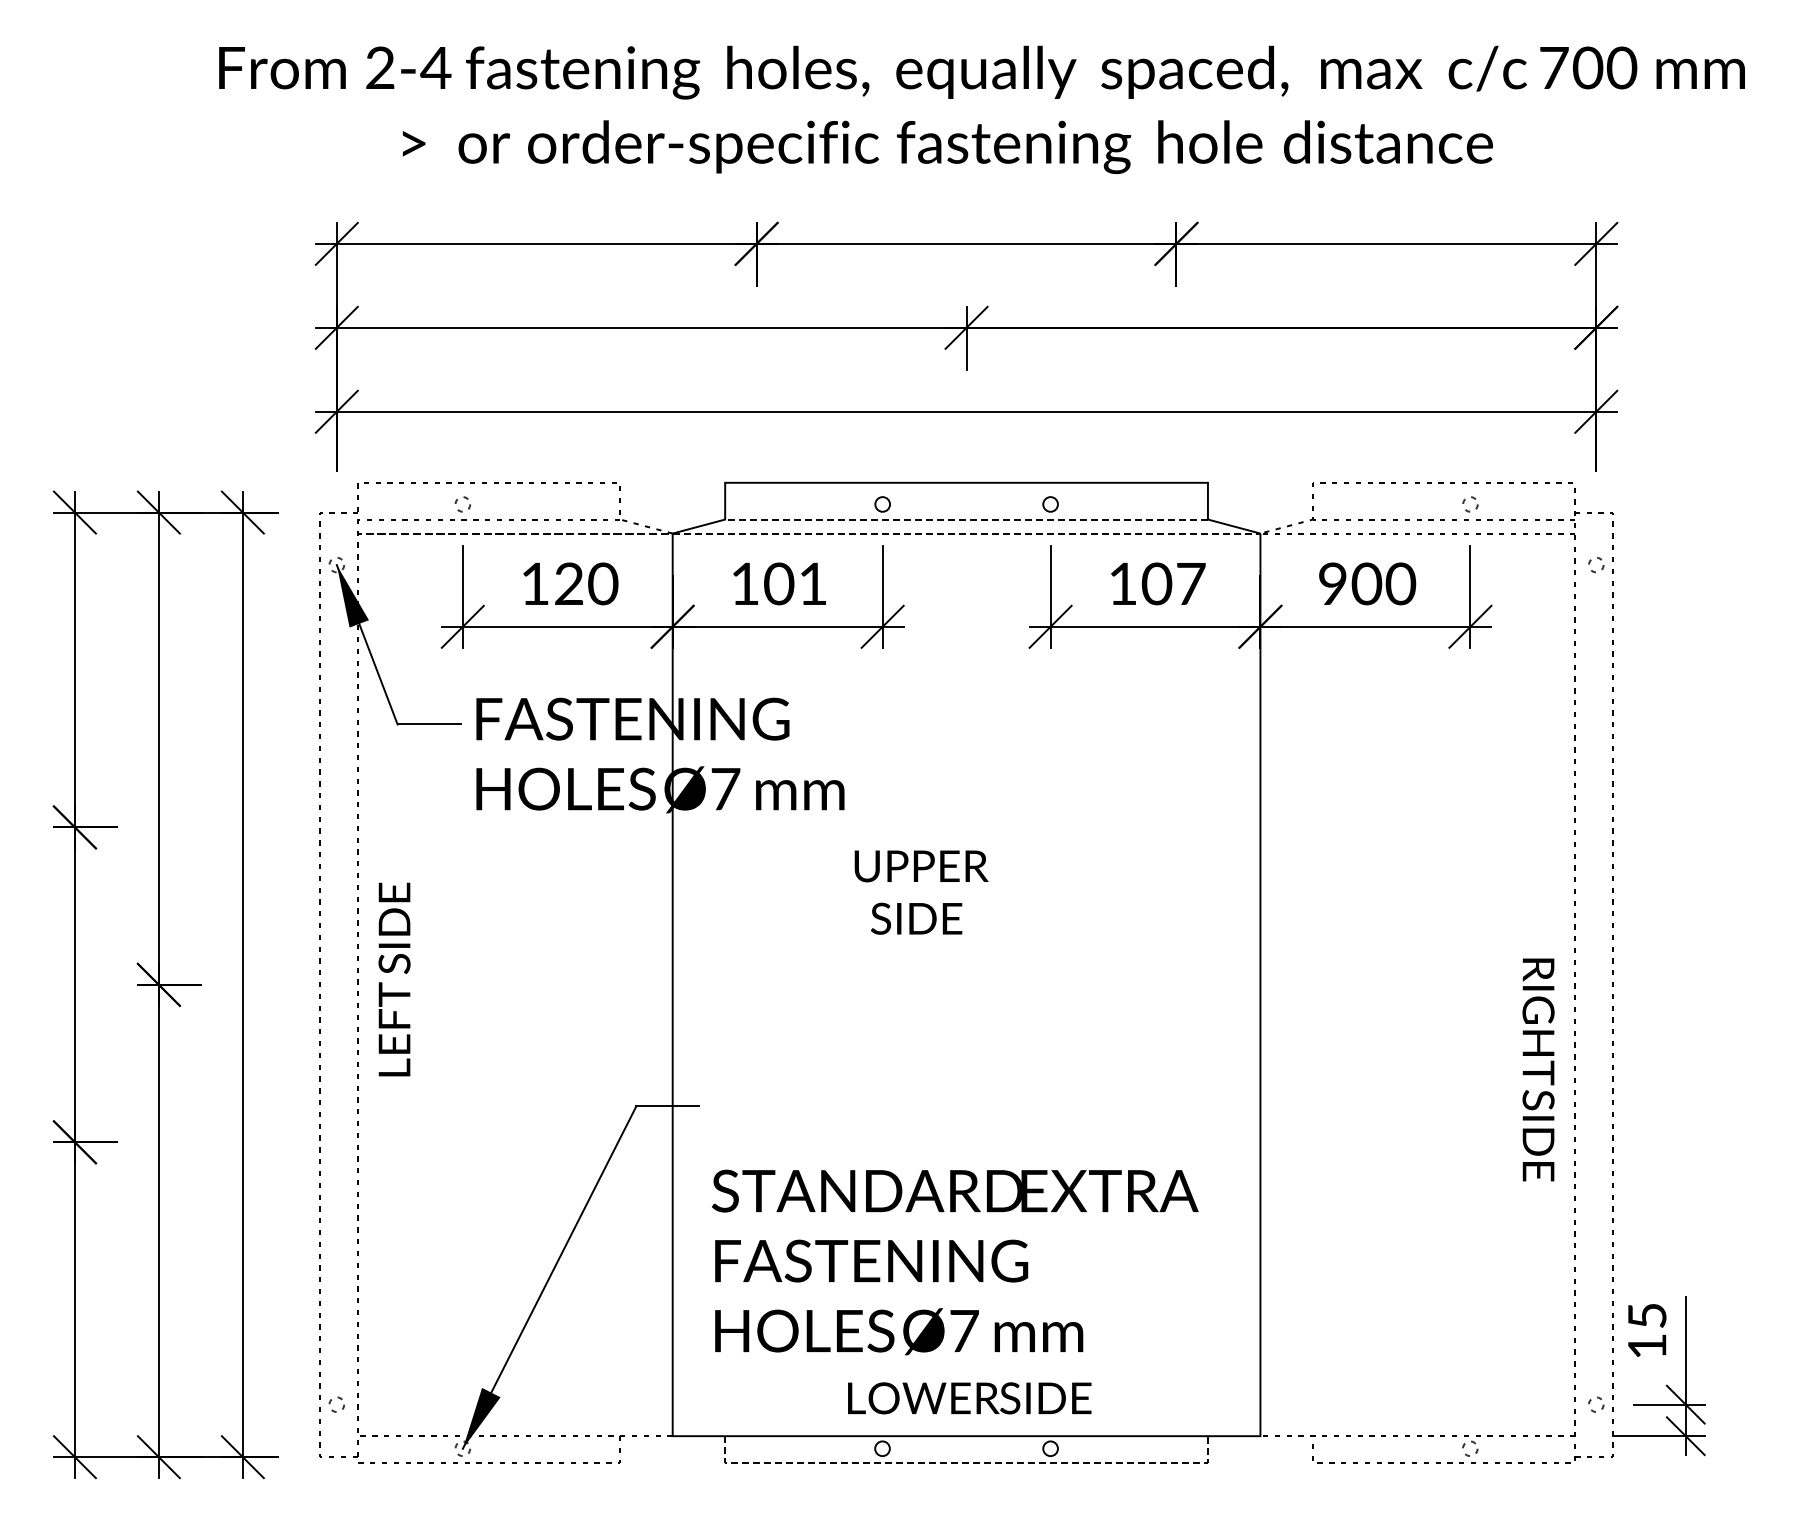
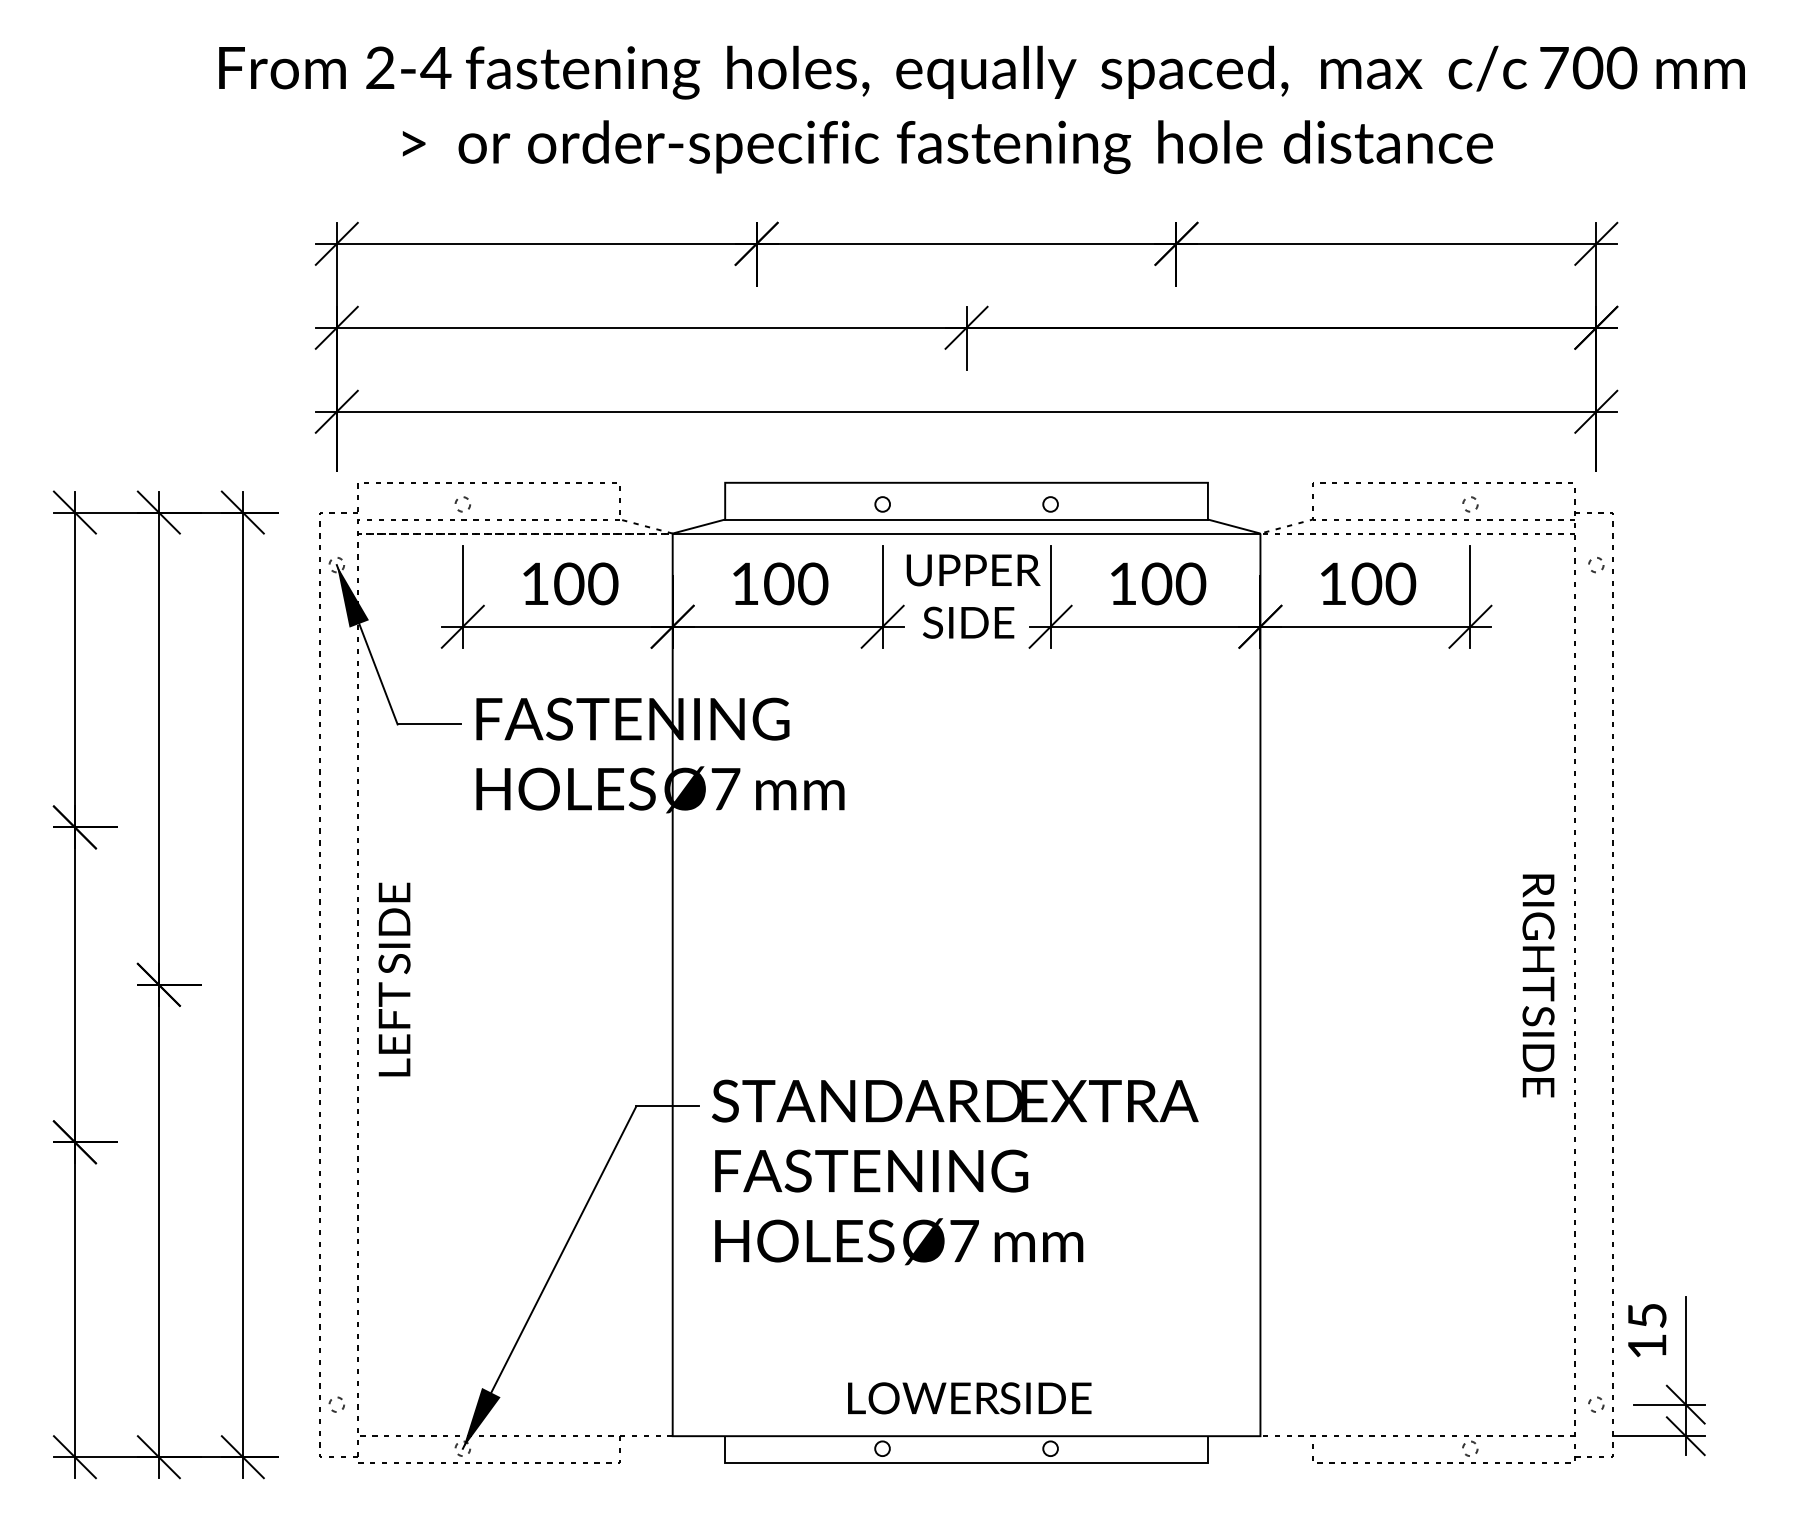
line at (966, 519): dashed -> solid
line at (966, 533): dashed -> solid
text at (569, 583): 120 -> 100
text at (813, 583): 101 -> 100
text at (1190, 583): 107 -> 100
text at (1332, 583): 900 -> 100
text at (921, 892) position: (921, 892) -> (973, 596)
text at (1538, 1069) position: (1538, 1069) -> (1538, 985)
text at (955, 1262) position: (955, 1262) -> (955, 1172)
line at (967, 1462): dashed -> solid
